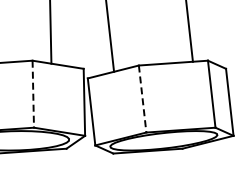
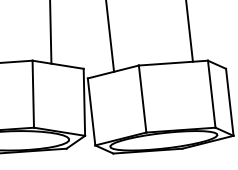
line at (33, 94): dashed -> solid
line at (142, 99): dashed -> solid
